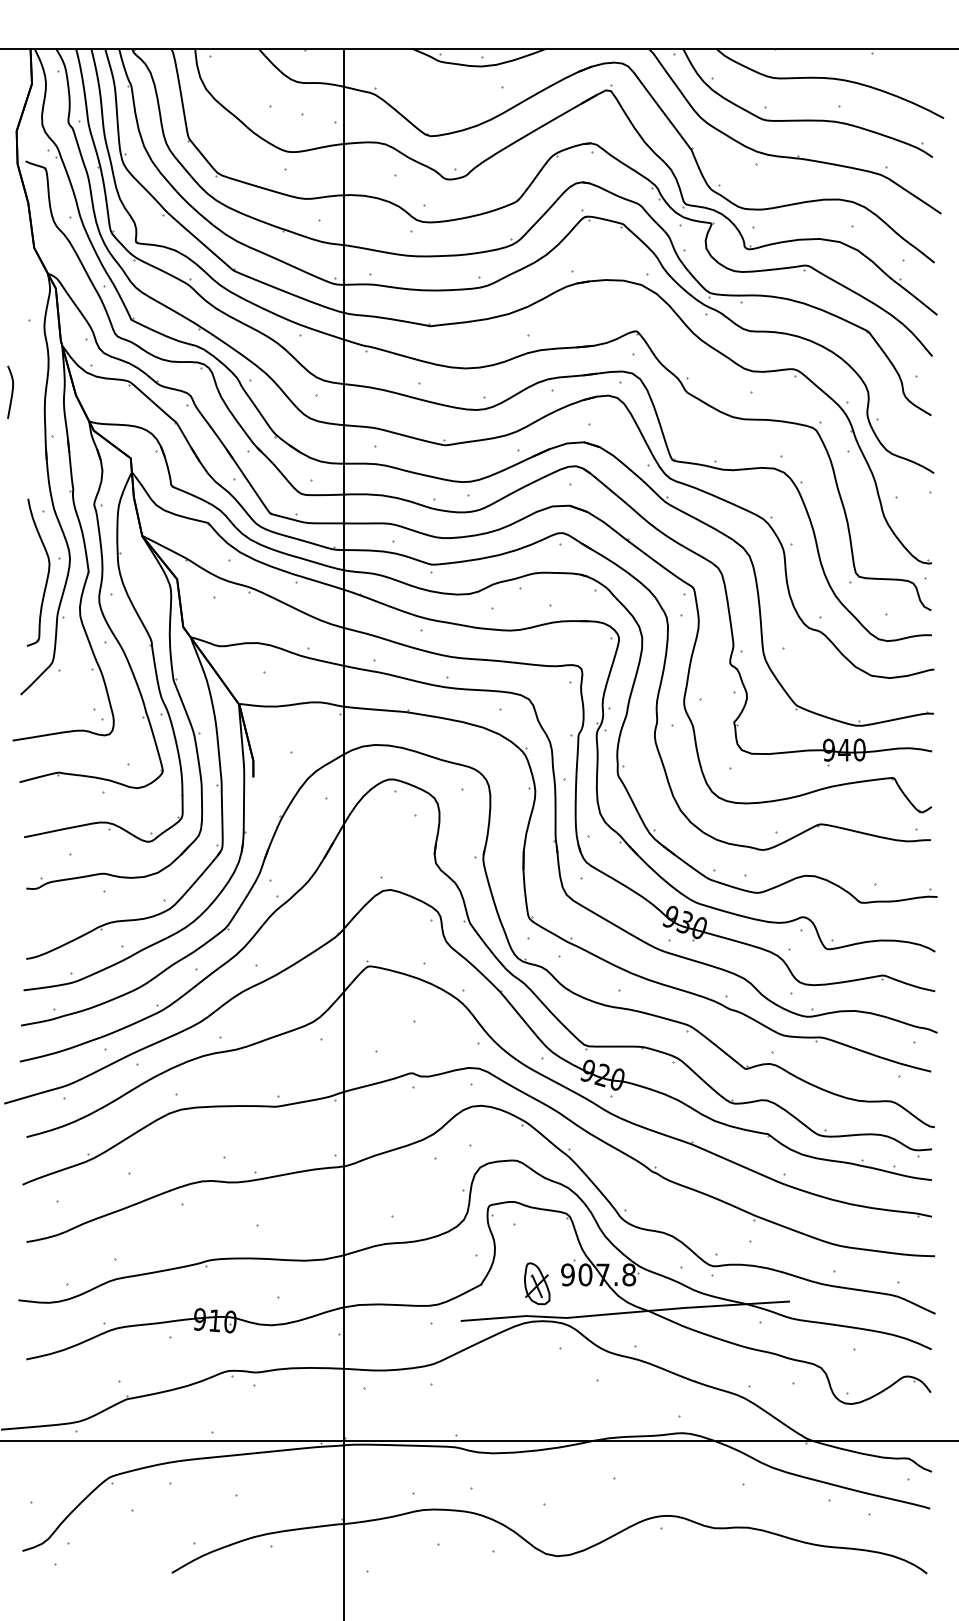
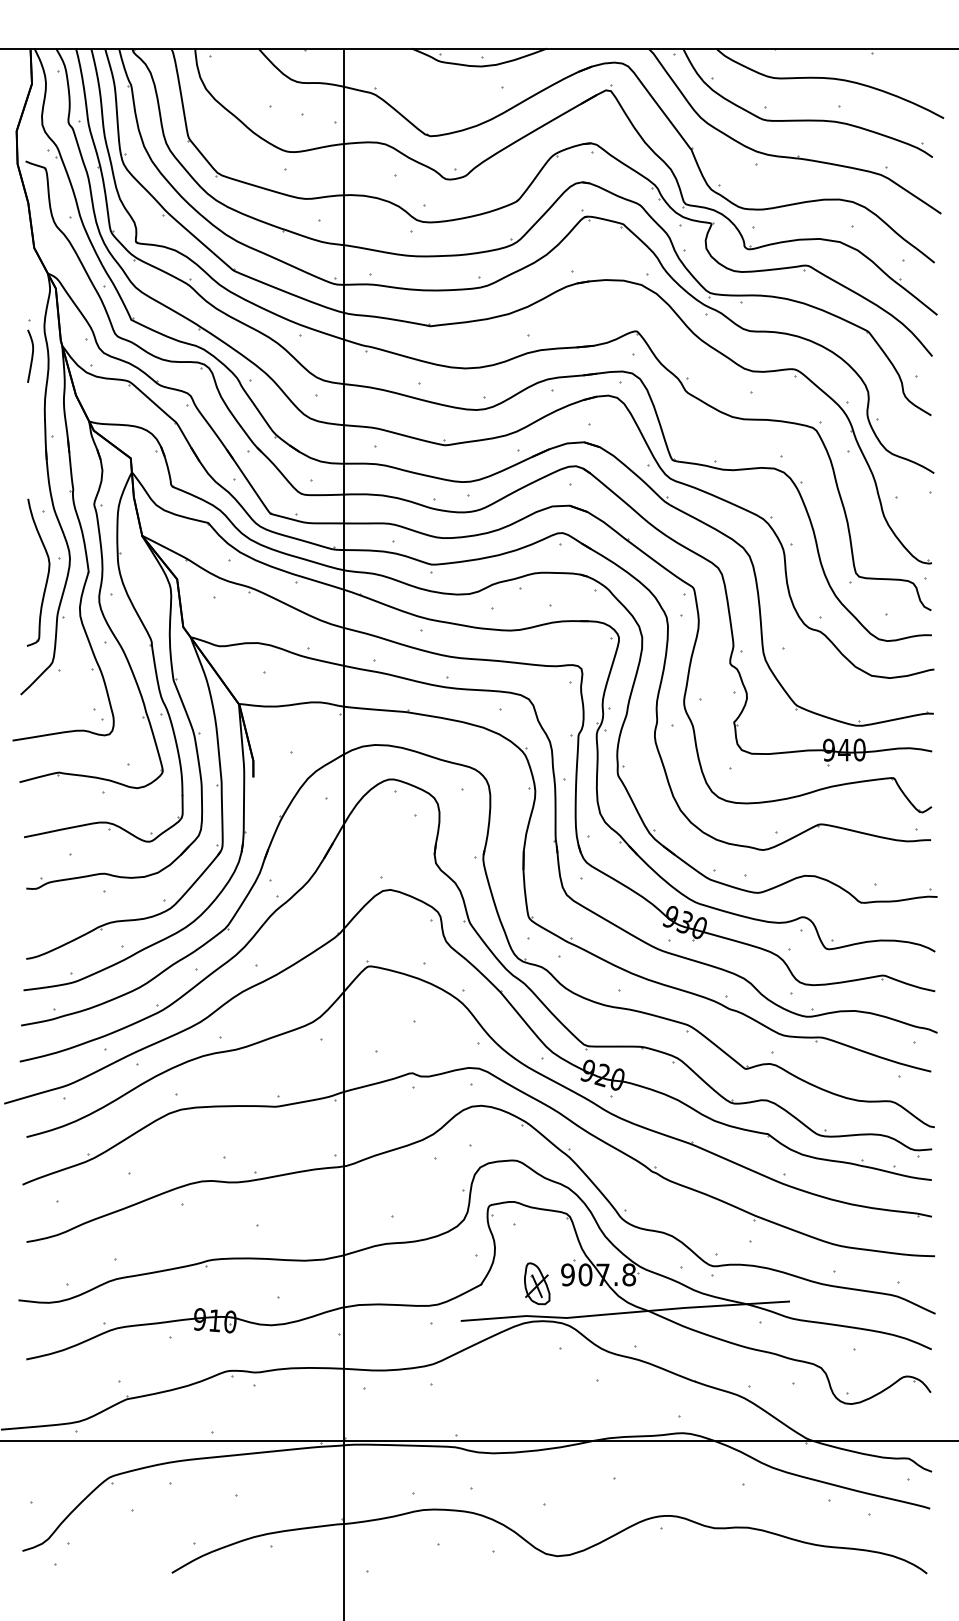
curve at (11, 391) position: (11, 391) -> (31, 355)
